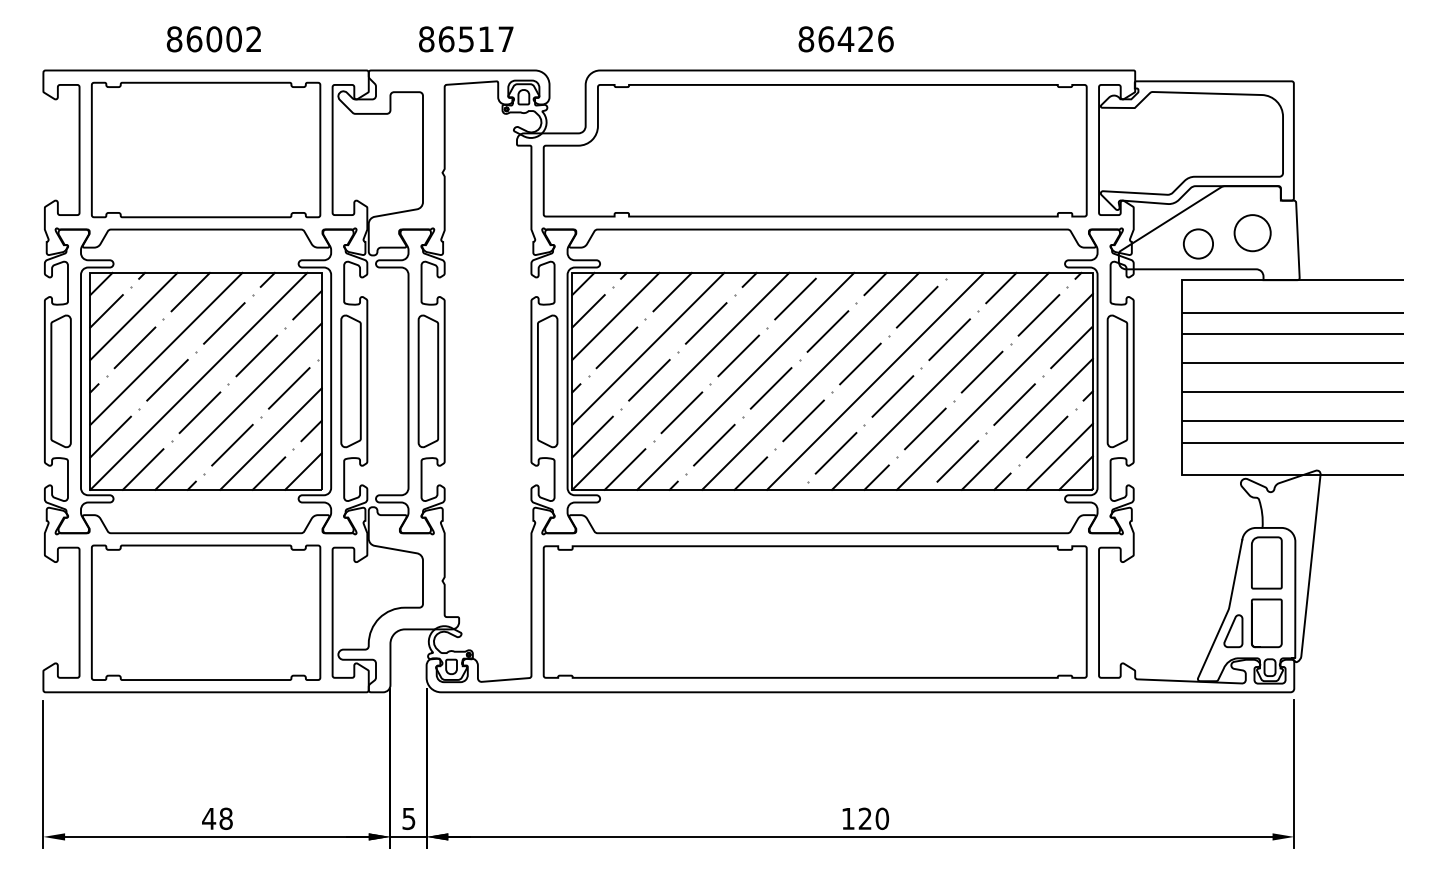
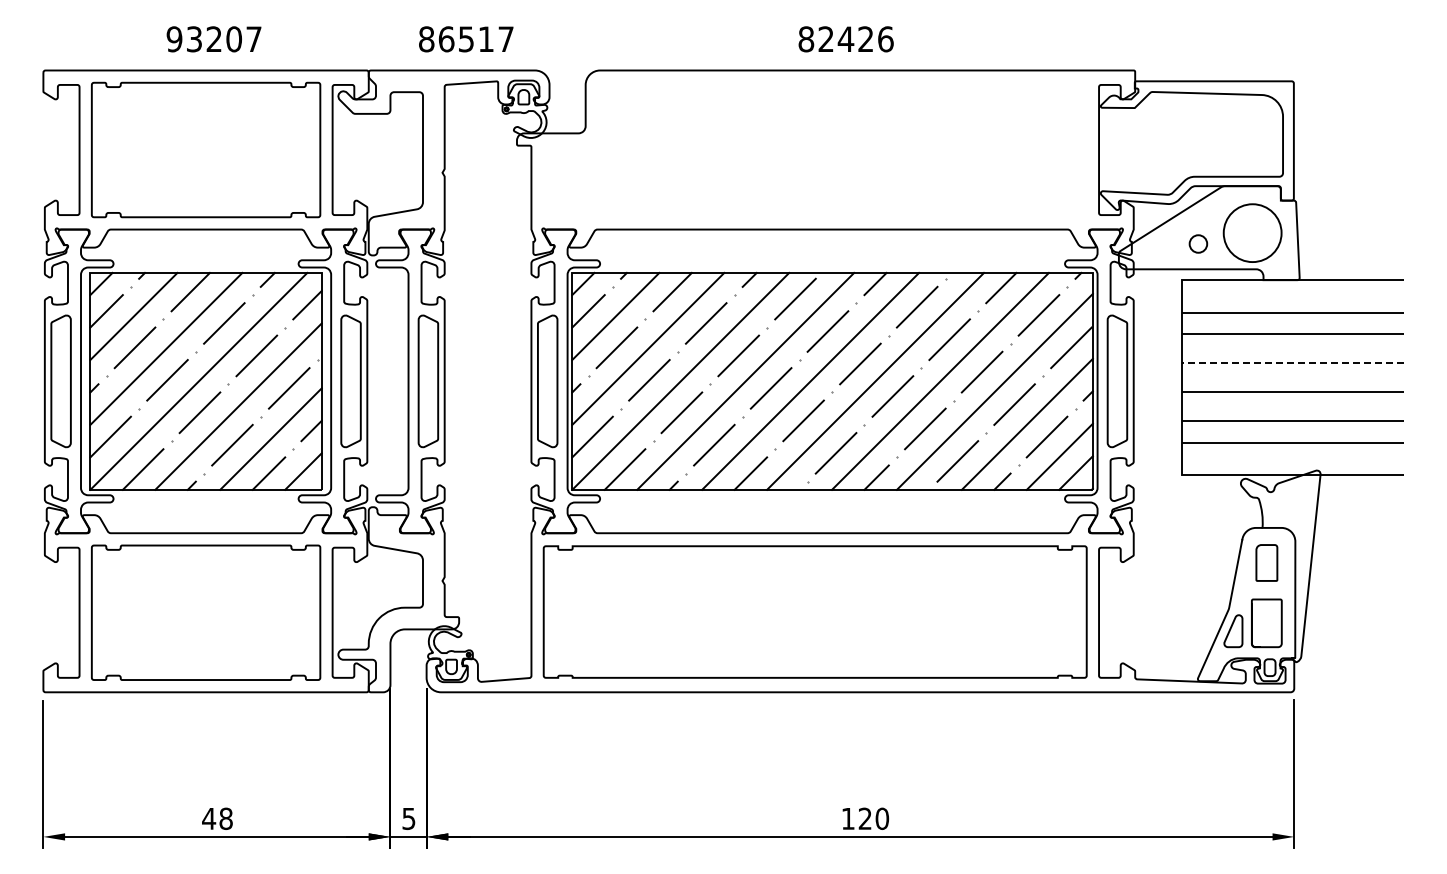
text at (213, 39): 86002 -> 93207
text at (826, 39): 86426 -> 82426
part at (814, 150): present -> none
circle at (1252, 233) diameter: 36 px -> 58 px
circle at (1198, 243) diameter: 29 px -> 18 px
line at (1292, 363): solid -> dashed
part at (1266, 562) size: 32x54 px -> 24x38 px
